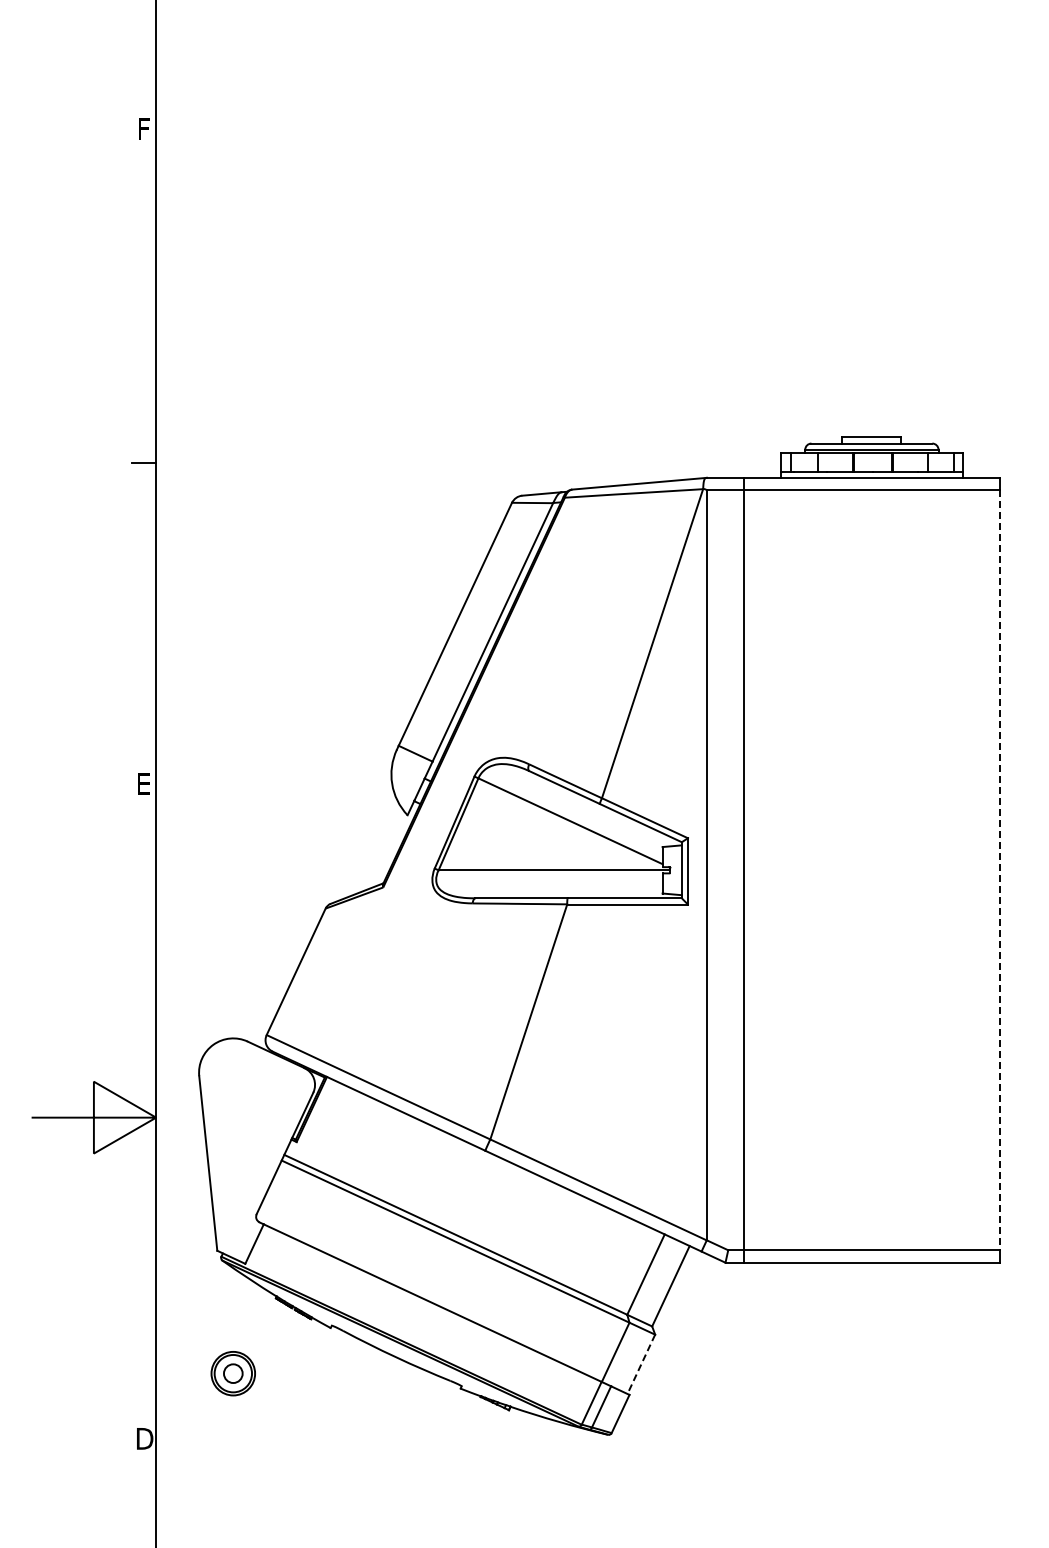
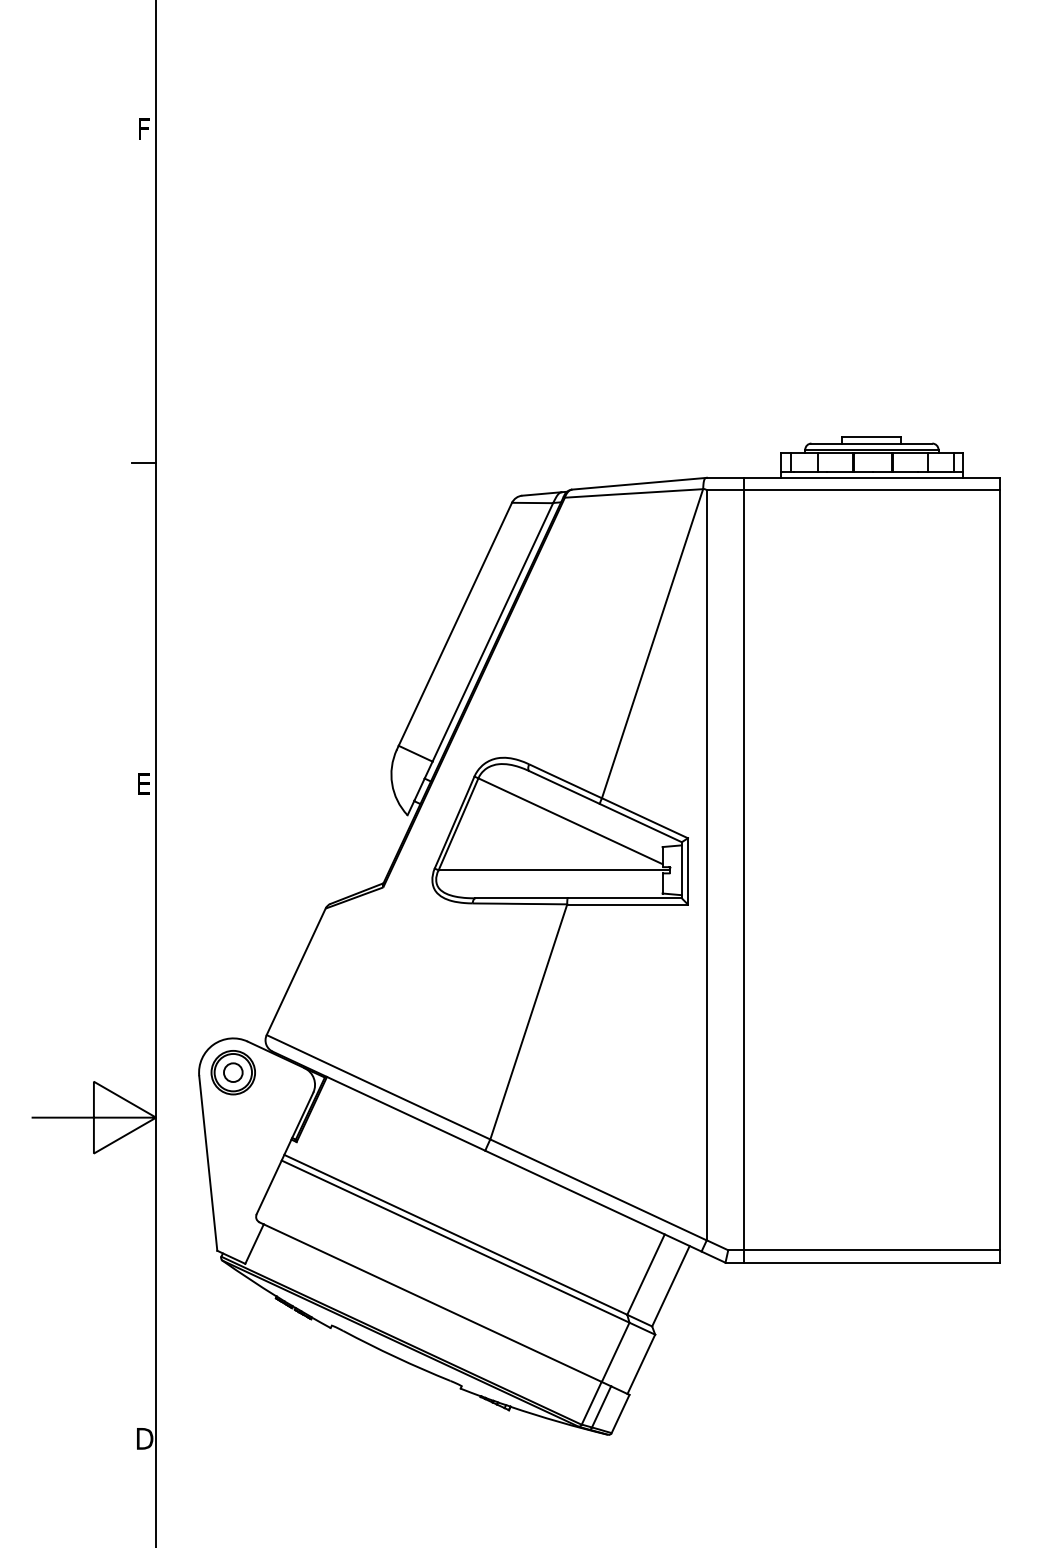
line at (999, 870): dashed -> solid
line at (641, 1364): dashed -> solid
part at (232, 1373) position: (232, 1373) -> (232, 1072)
